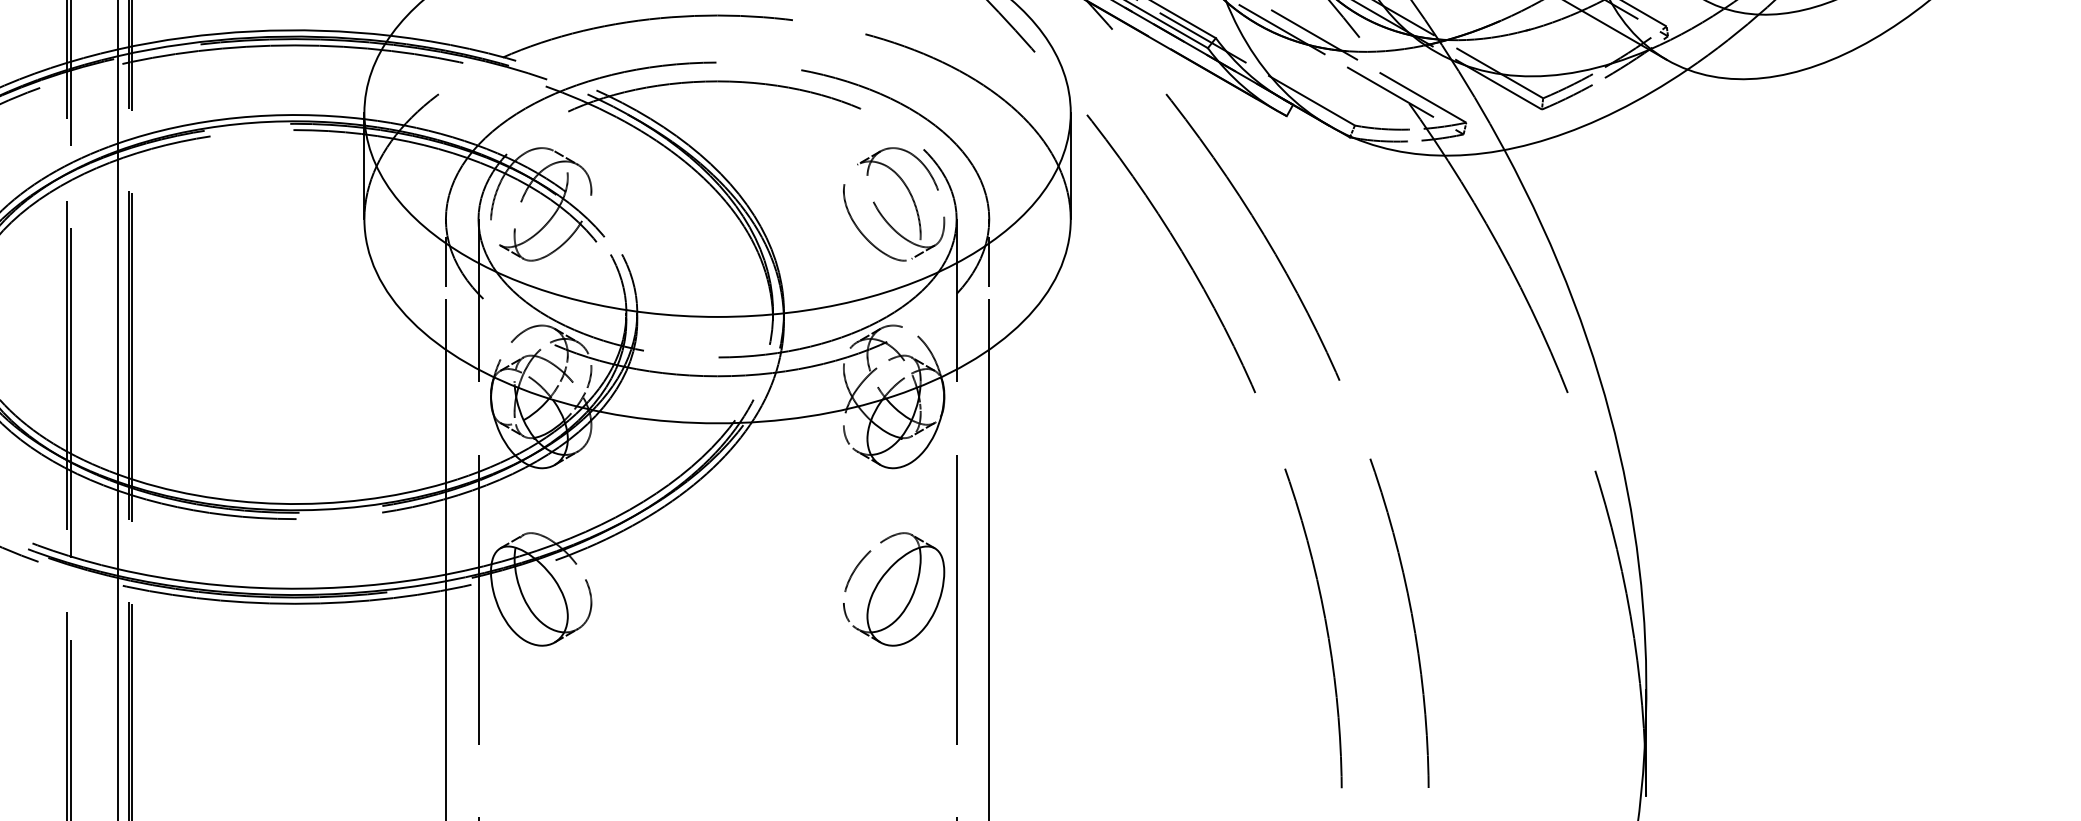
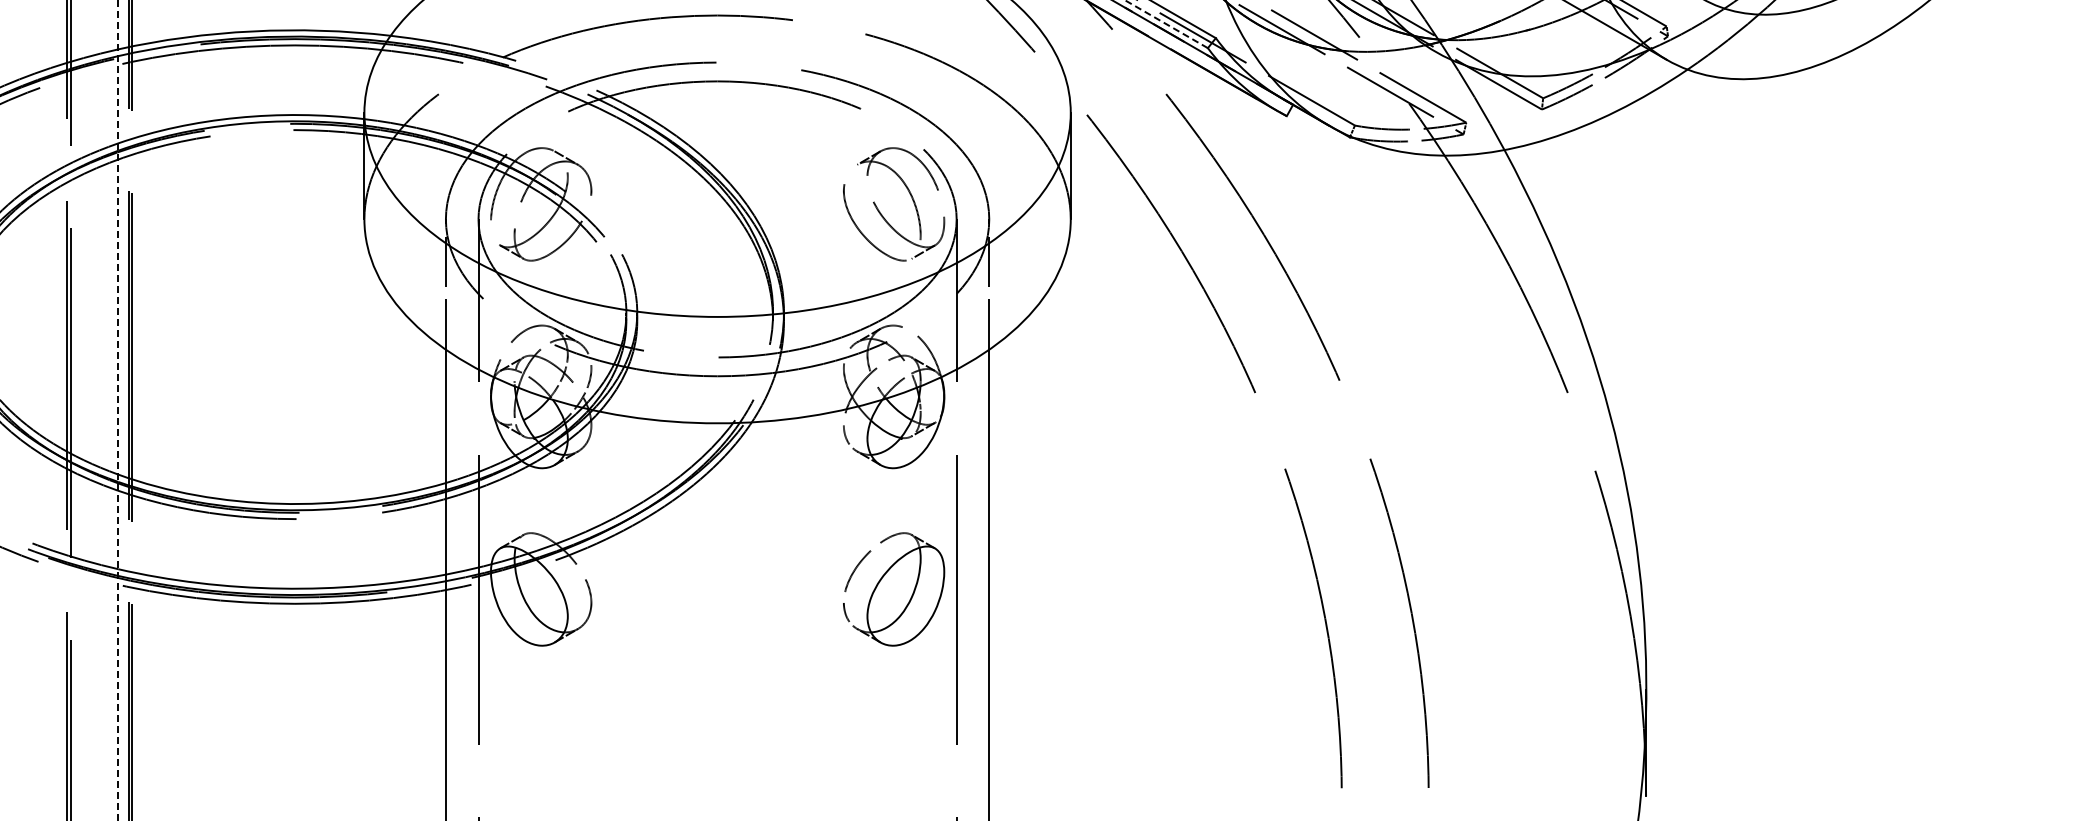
line at (1166, 24): solid -> dashed
line at (118, 410): solid -> dashed
